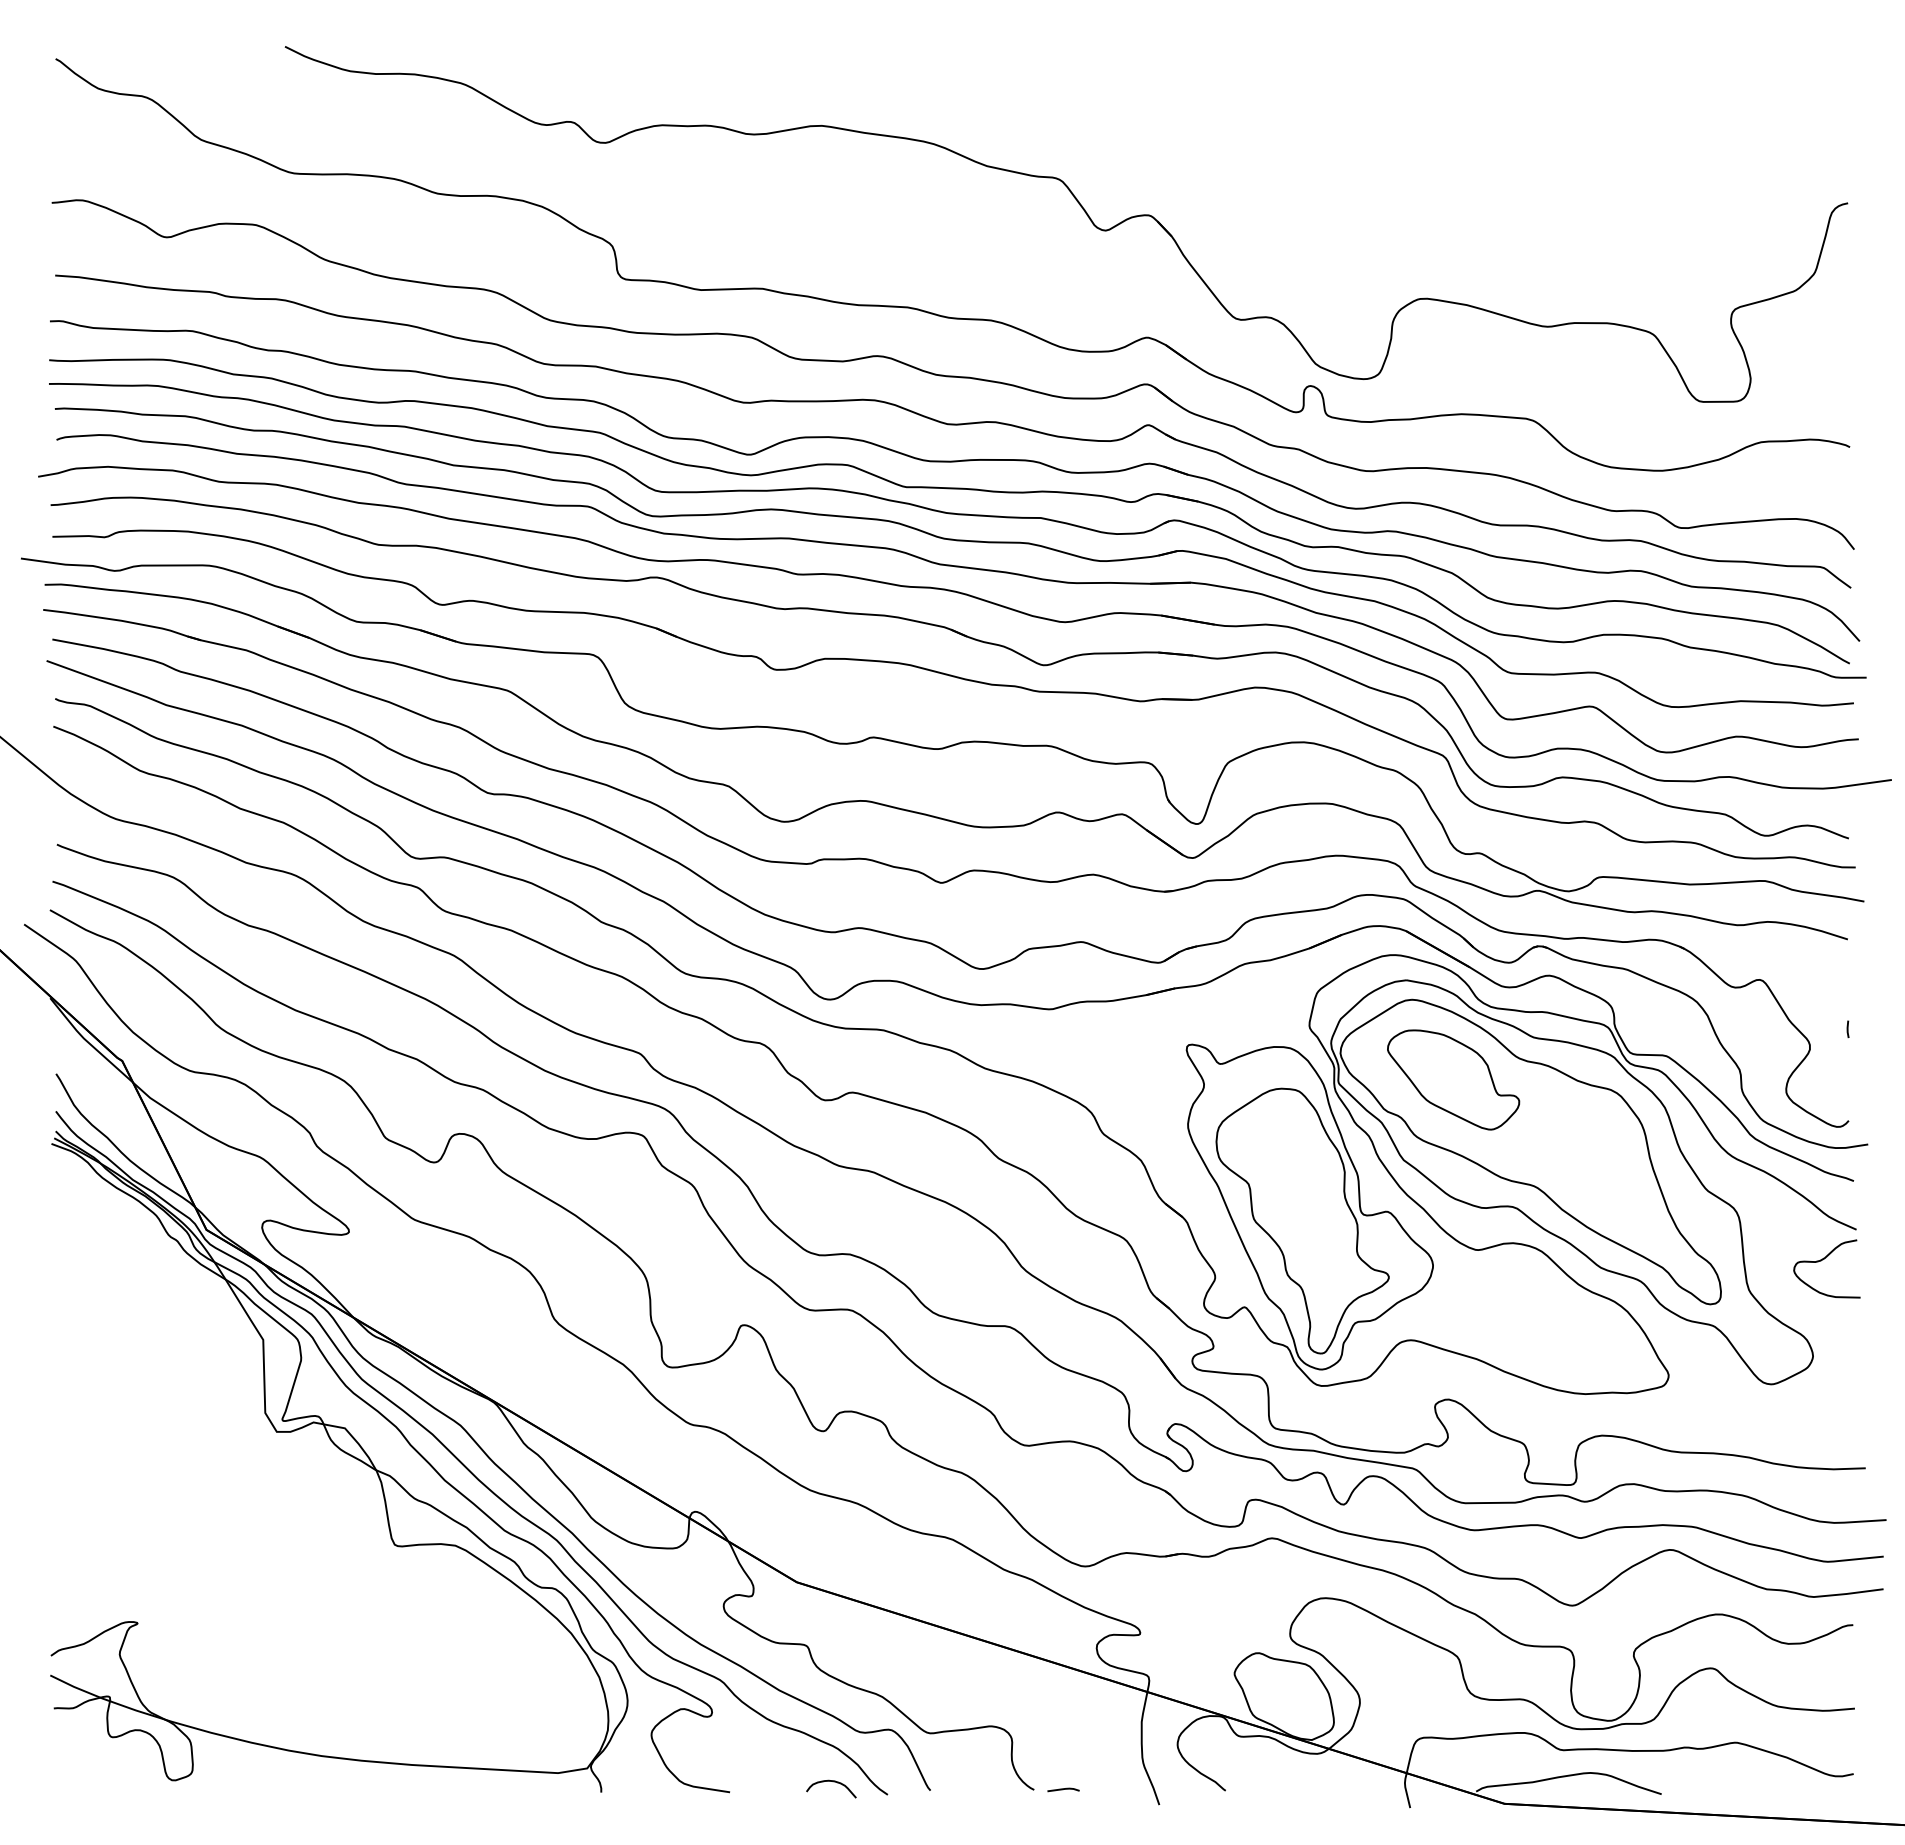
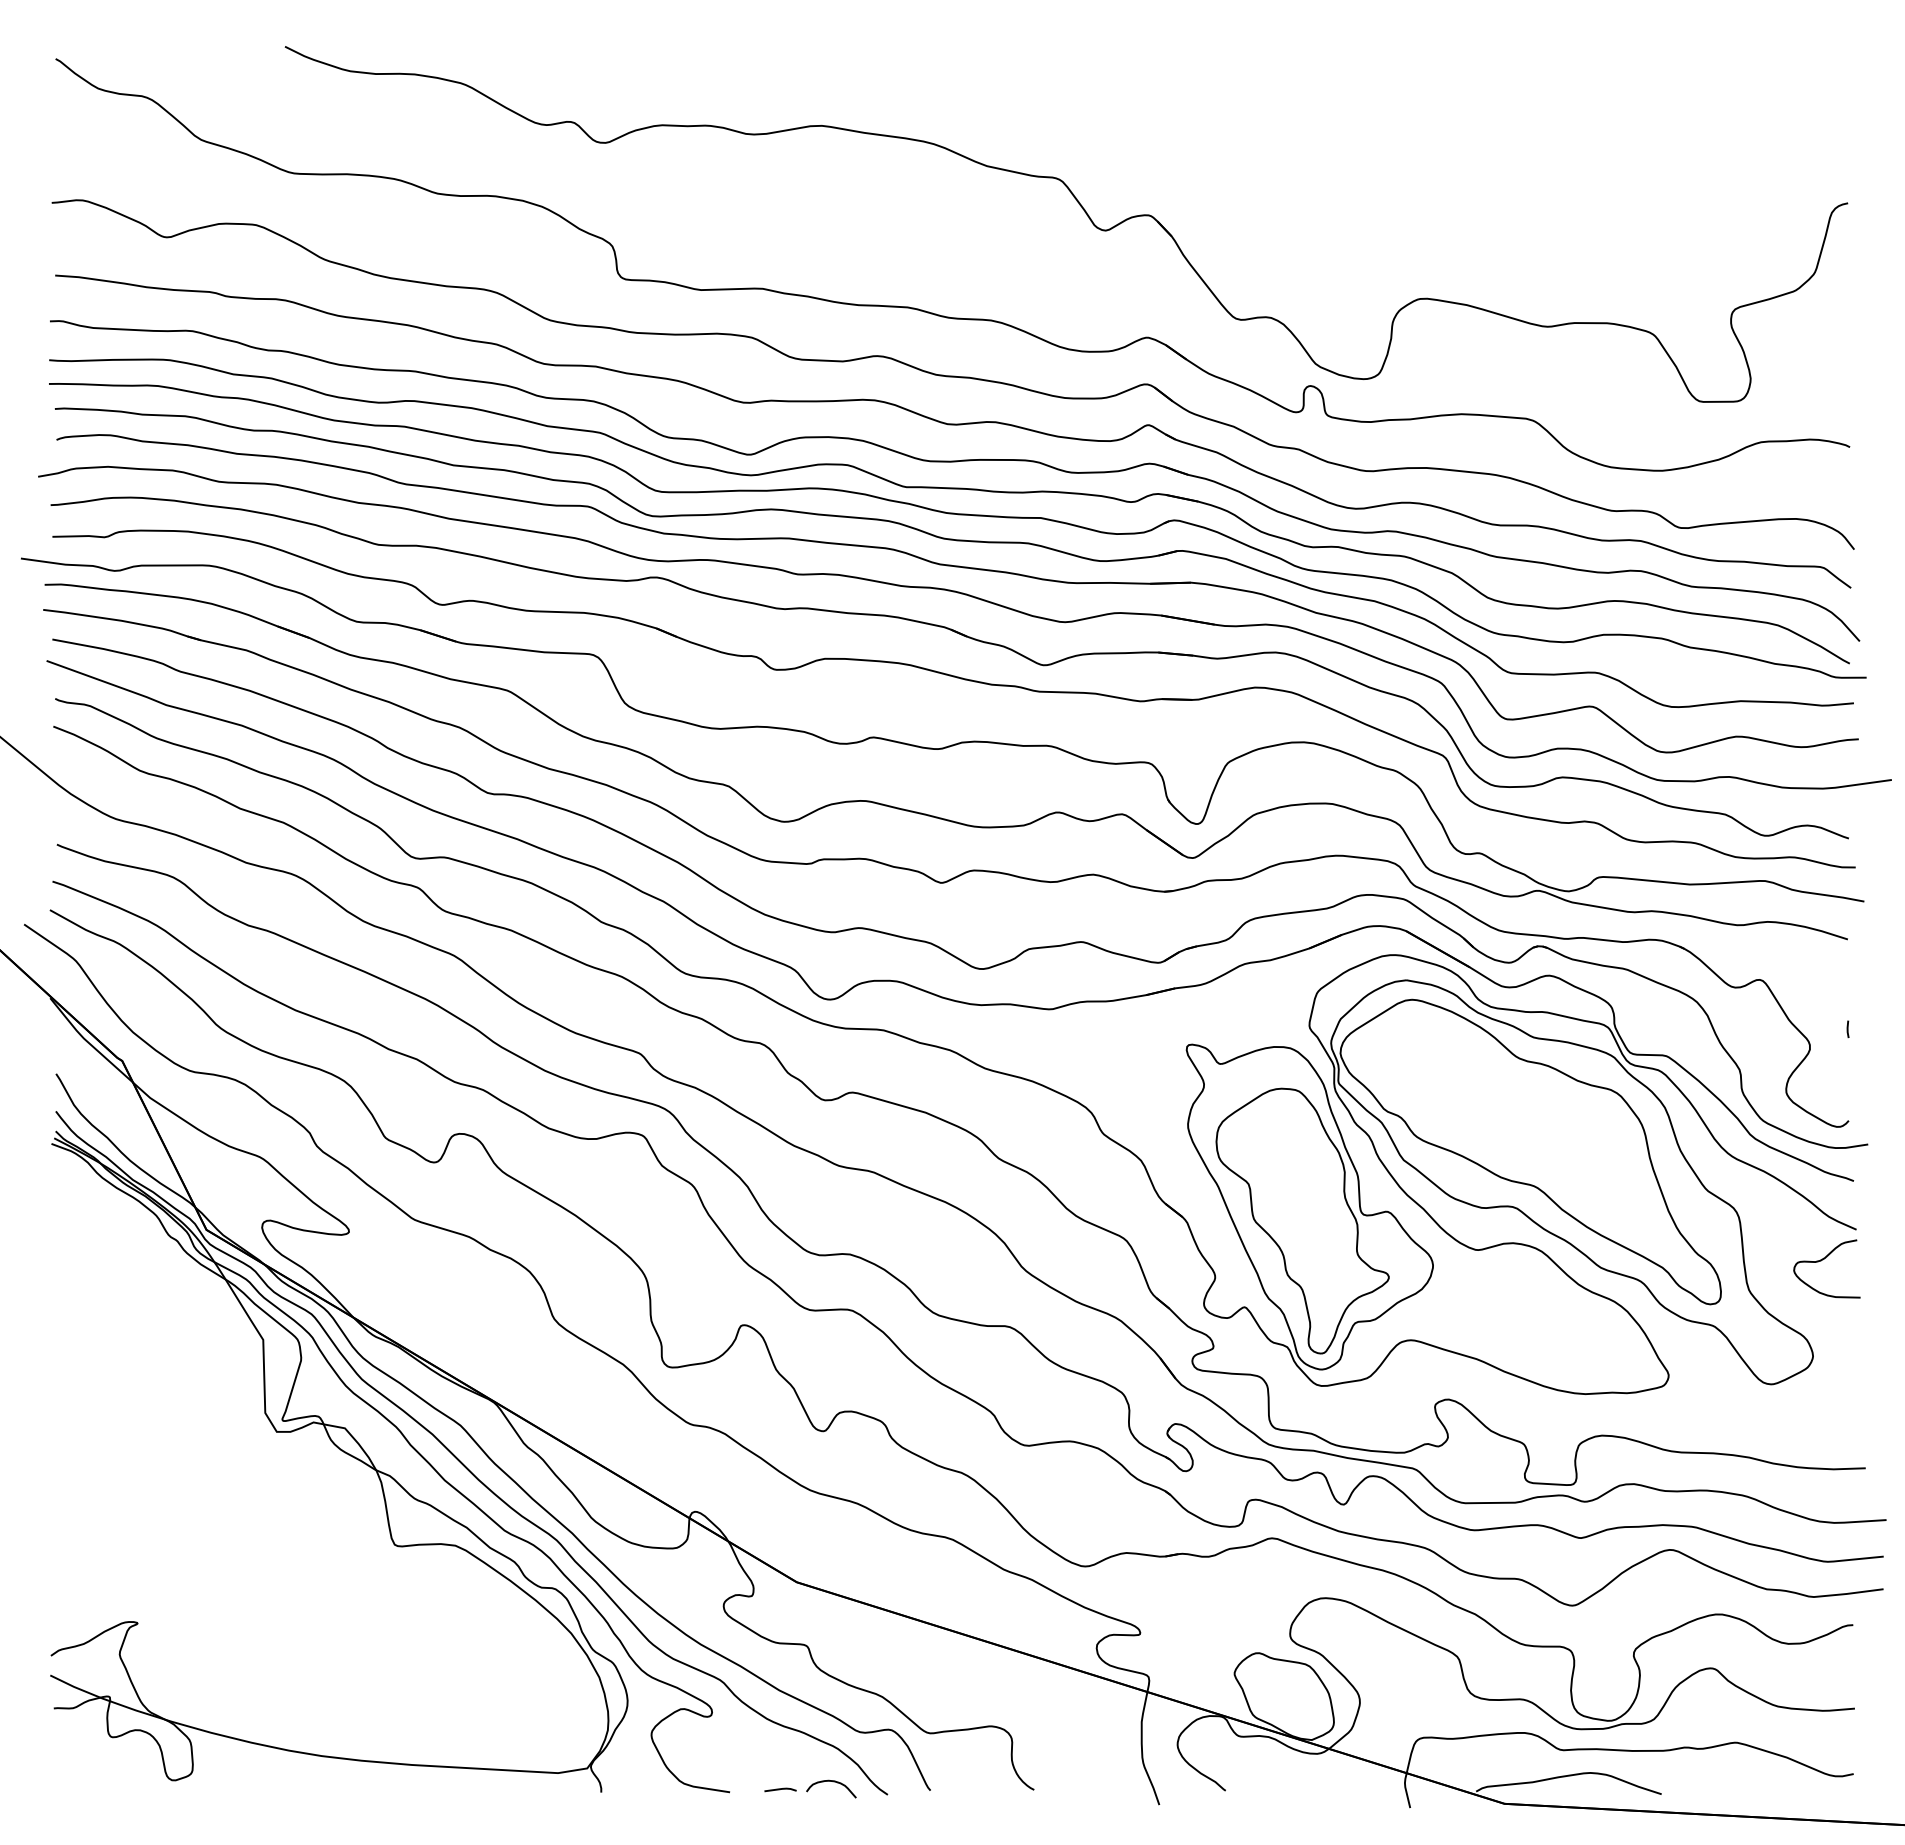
part at (1453, 1079): present -> none
line at (1063, 1789) position: (1063, 1789) -> (780, 1789)
